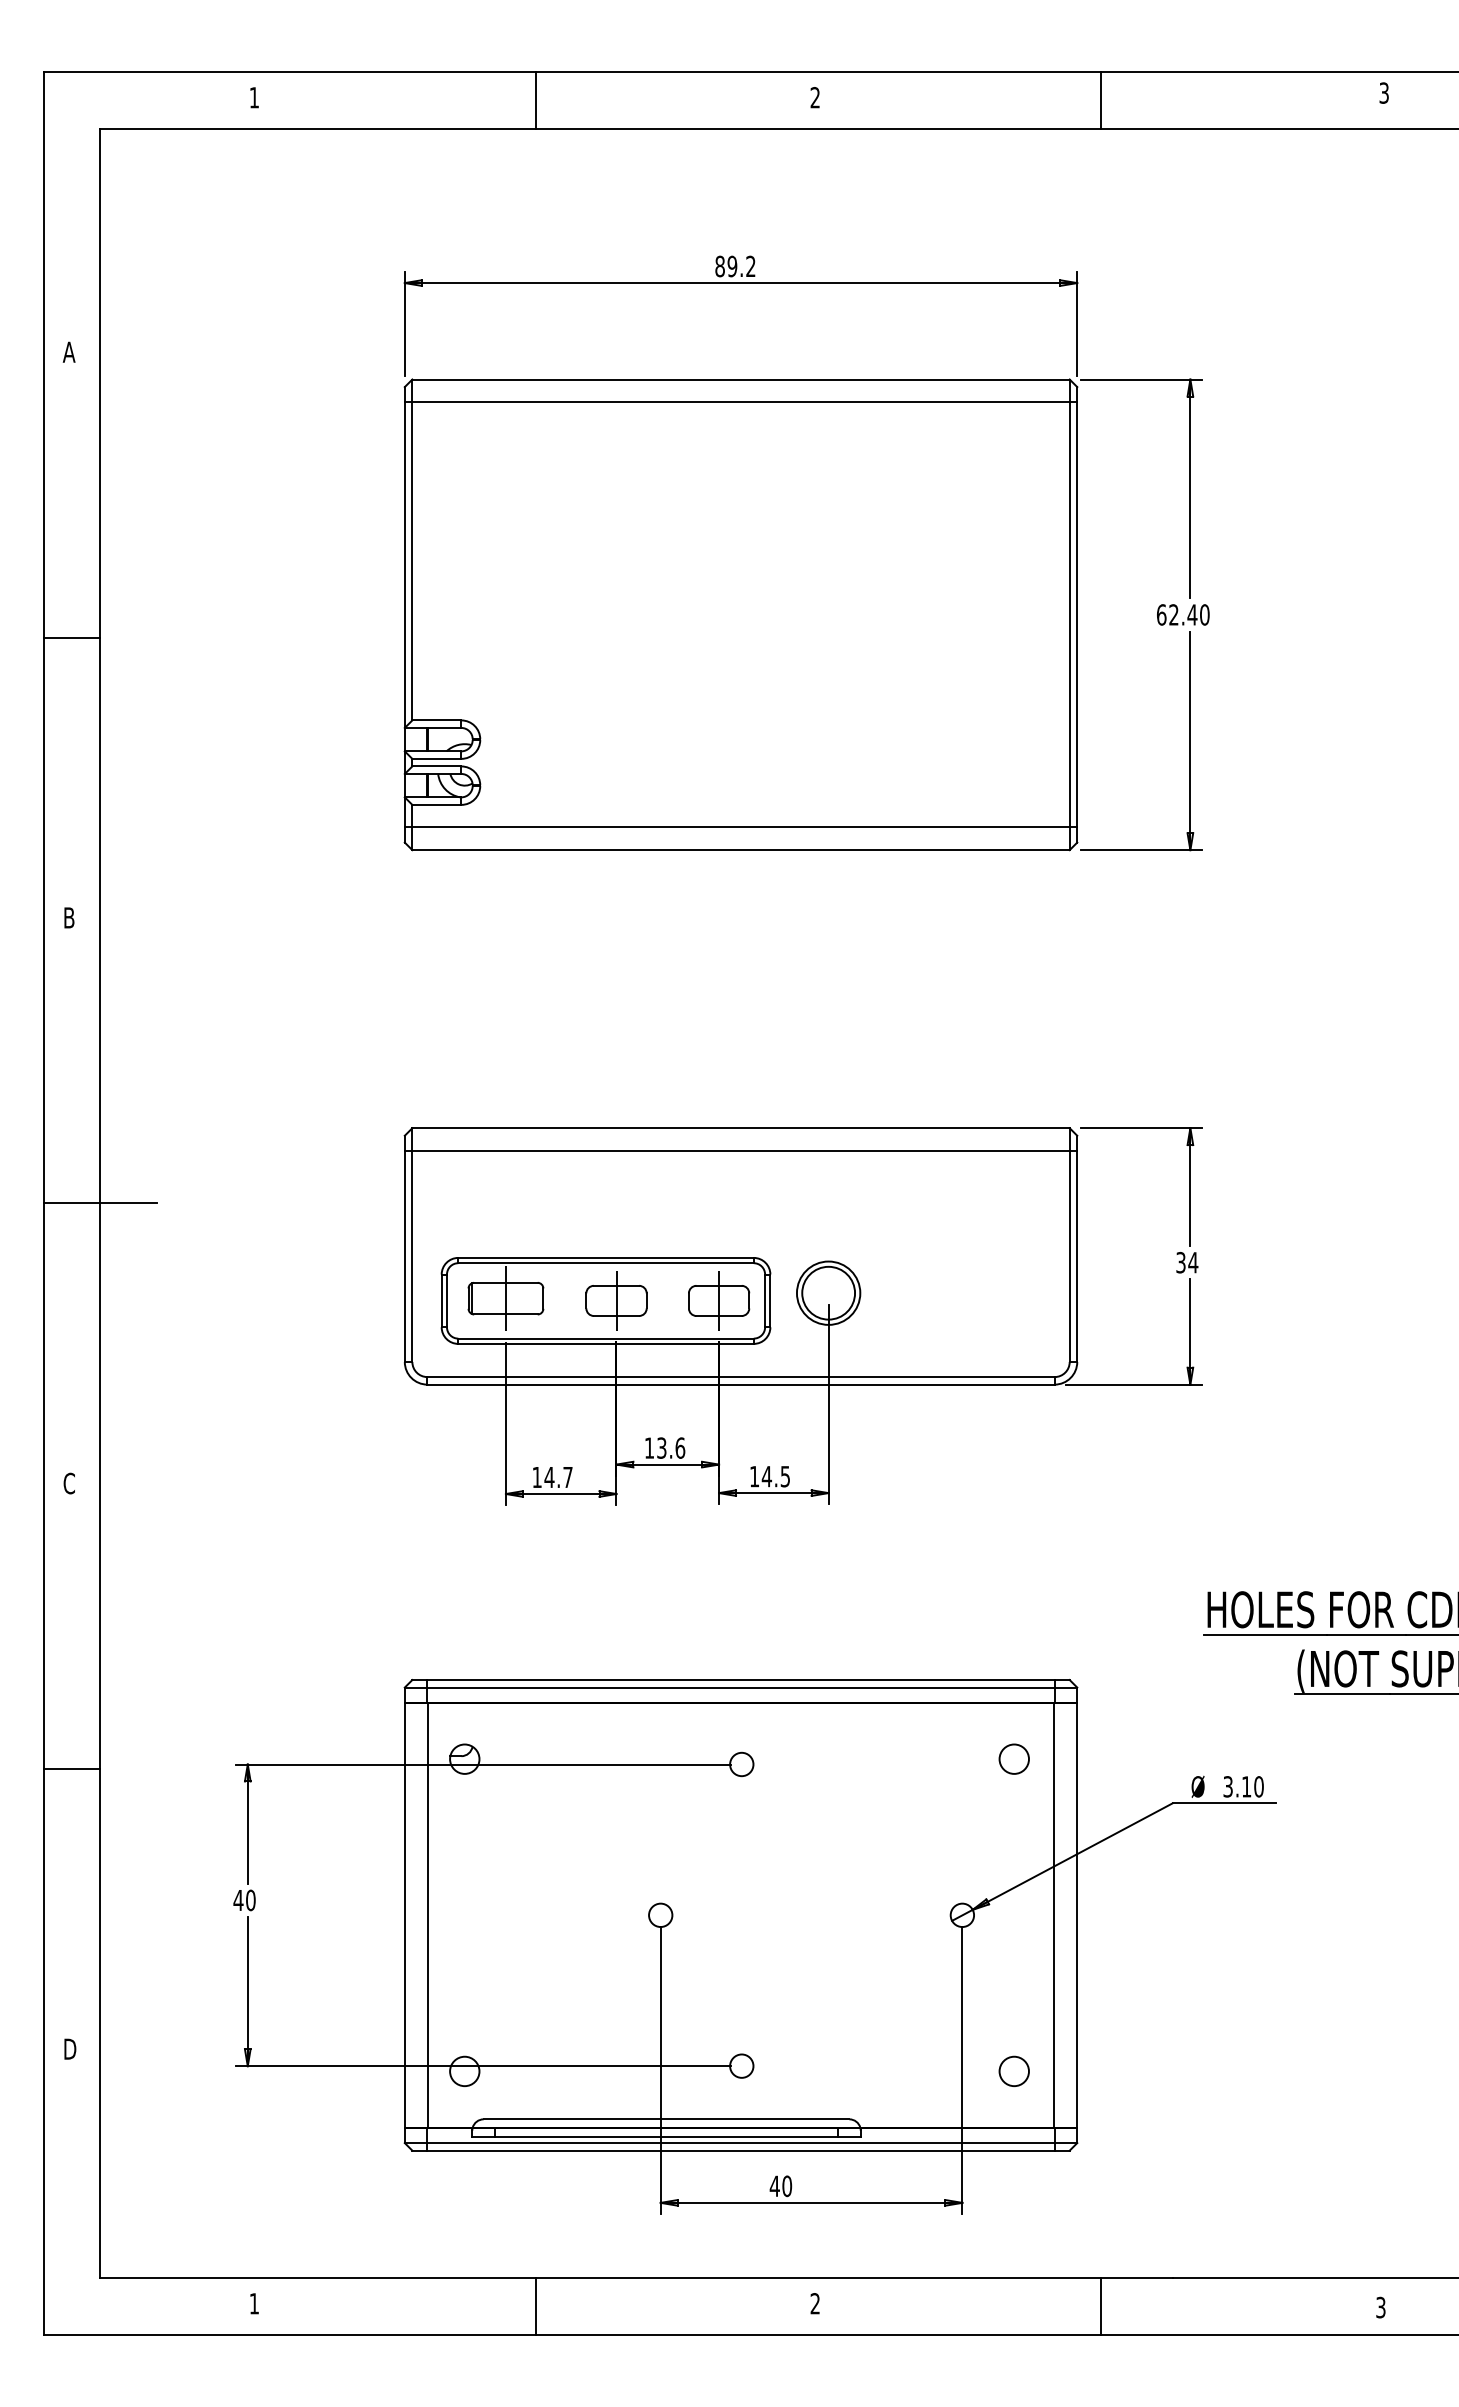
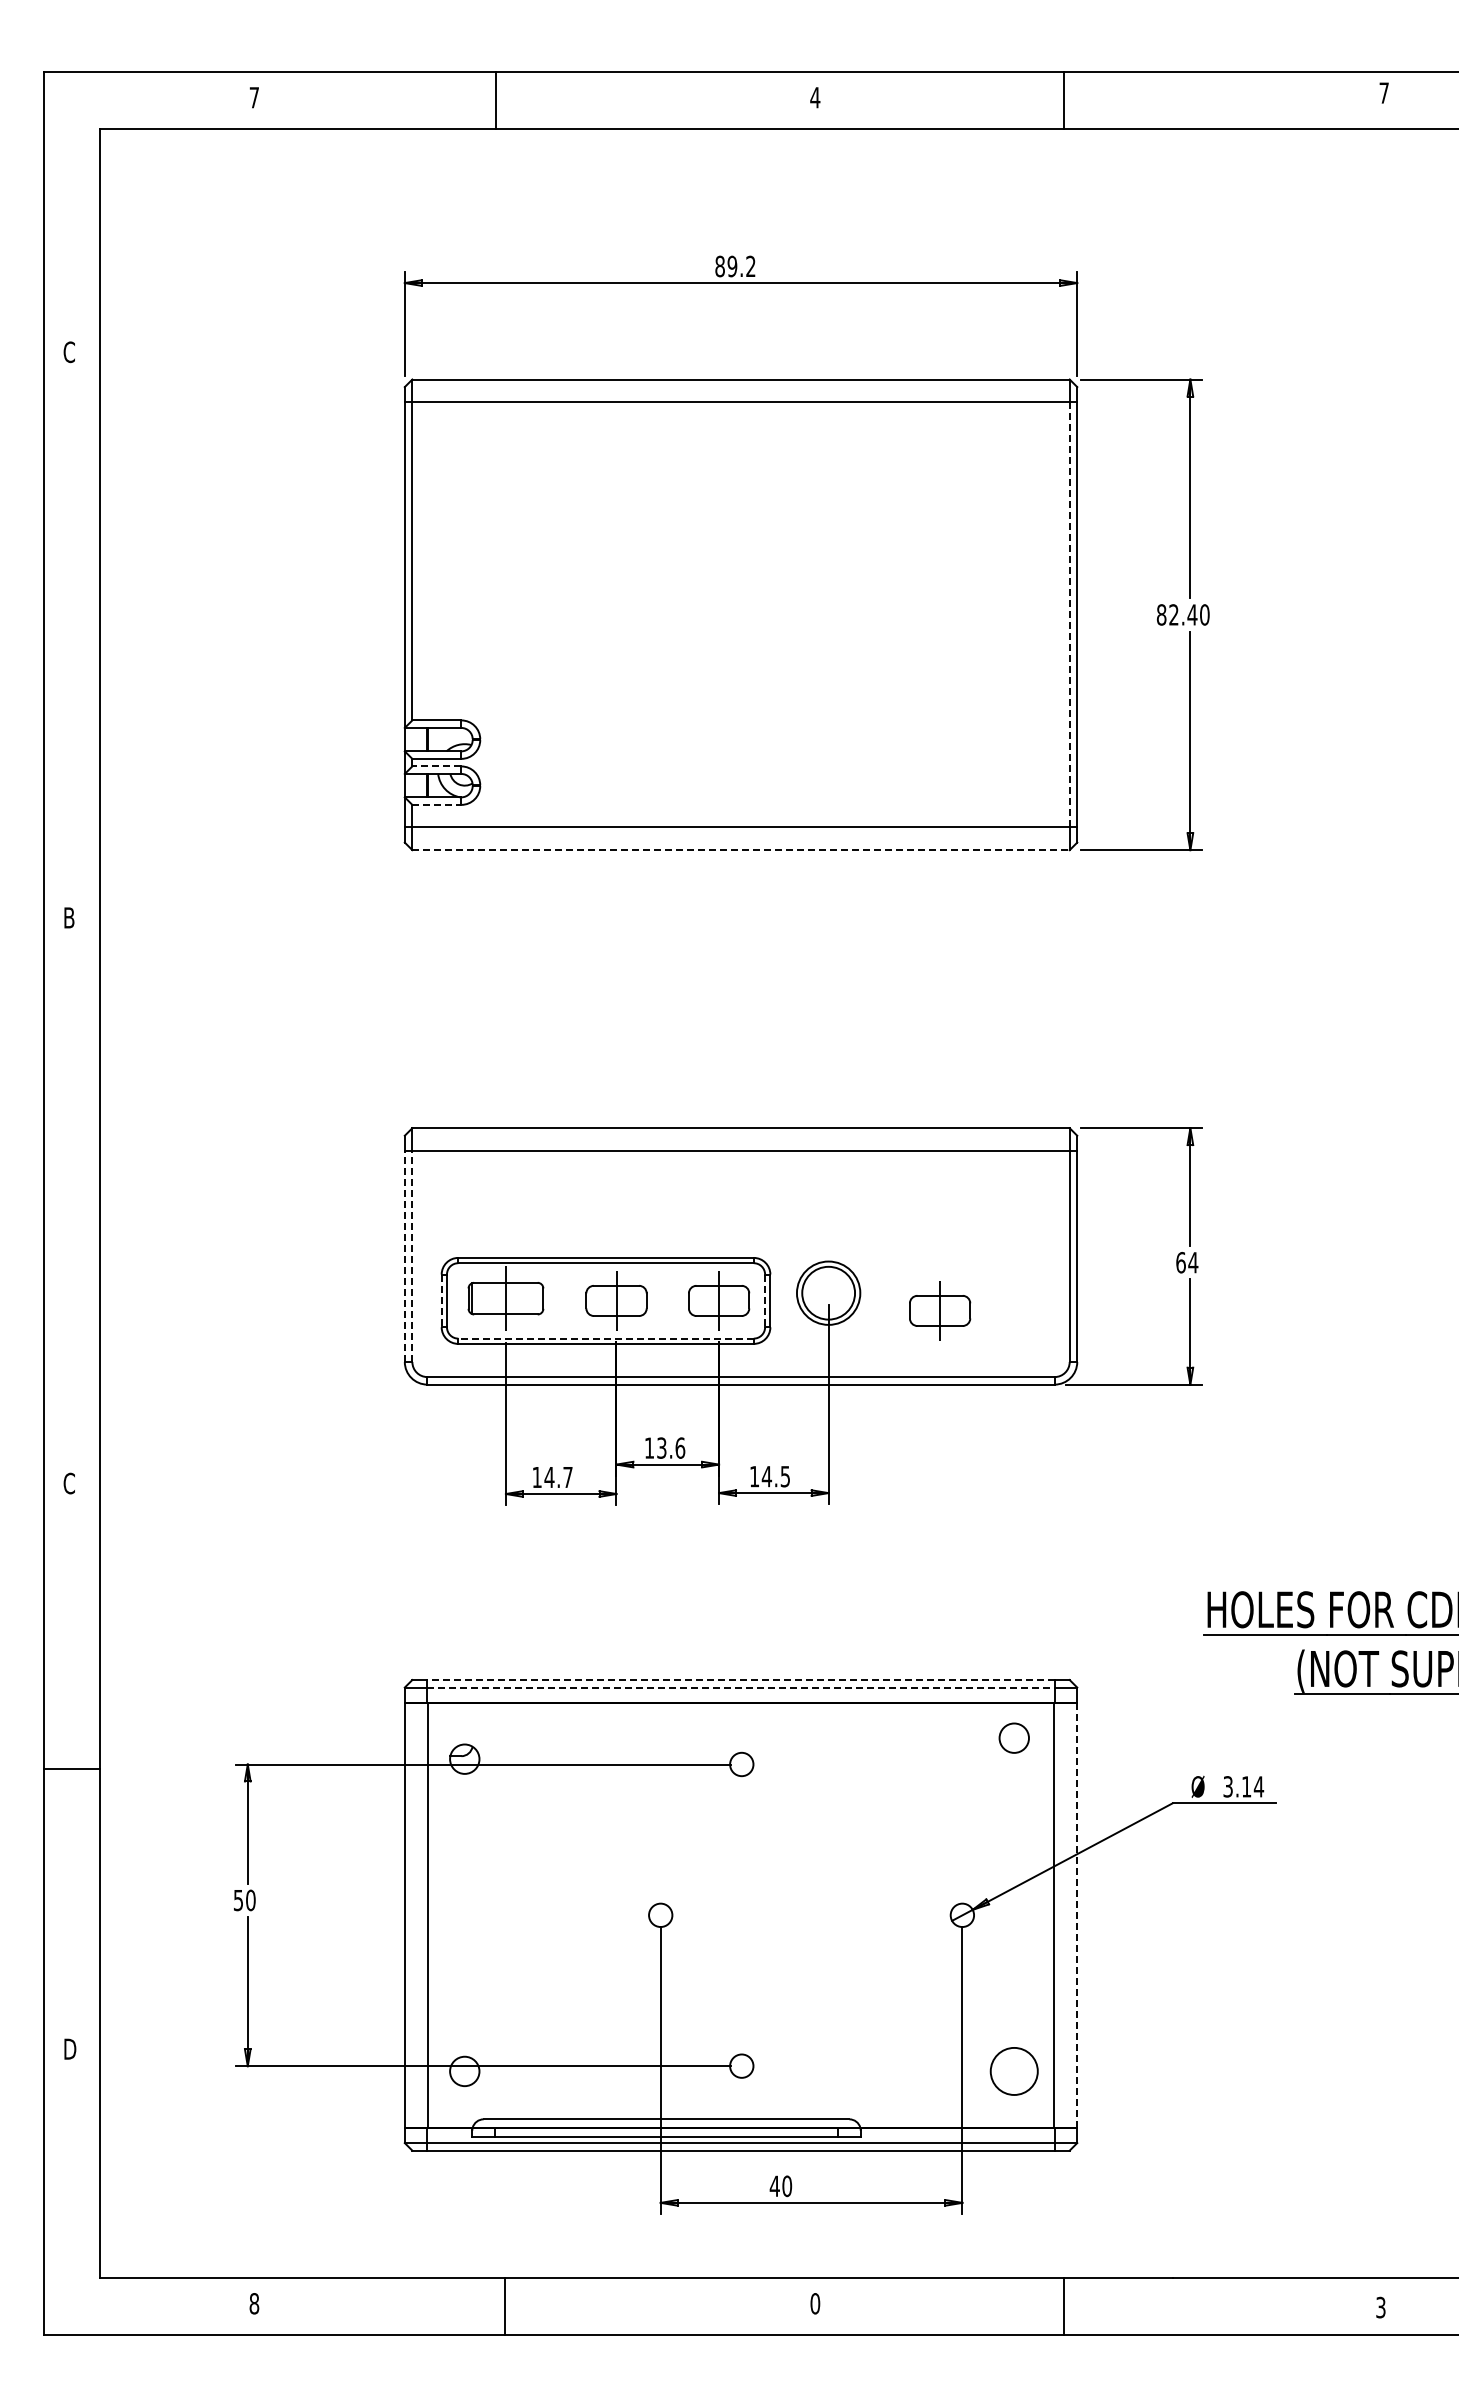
text at (1383, 92): 3 -> 7
text at (253, 97): 1 -> 7
text at (815, 97): 2 -> 4
line at (535, 100) position: (535, 100) -> (495, 100)
line at (1101, 100) position: (1101, 100) -> (1064, 100)
text at (68, 352): A -> C
line at (1069, 614): solid -> dashed
text at (1161, 614): 62.40 -> 82.40
line at (71, 637): present -> none
line at (436, 766): solid -> dashed
line at (436, 804): solid -> dashed
line at (741, 850): solid -> dashed
line at (99, 1203): present -> none
line at (404, 1256): solid -> dashed
line at (412, 1256): solid -> dashed
text at (1180, 1262): 34 -> 64
line at (441, 1301): solid -> dashed
line at (765, 1301): solid -> dashed
part at (940, 1310): none -> present
line at (606, 1338): solid -> dashed
line at (741, 1680): solid -> dashed
line at (741, 1687): solid -> dashed
circle at (1013, 1758) position: (1013, 1758) -> (1013, 1737)
text at (1258, 1786): 3.10 -> 3.14
text at (238, 1900): 40 -> 50
line at (1077, 1914): solid -> dashed
circle at (1013, 2071) diameter: 29 px -> 47 px
text at (254, 2303): 1 -> 8
text at (815, 2303): 2 -> 0
line at (535, 2306) position: (535, 2306) -> (504, 2306)
line at (1101, 2306) position: (1101, 2306) -> (1064, 2306)
